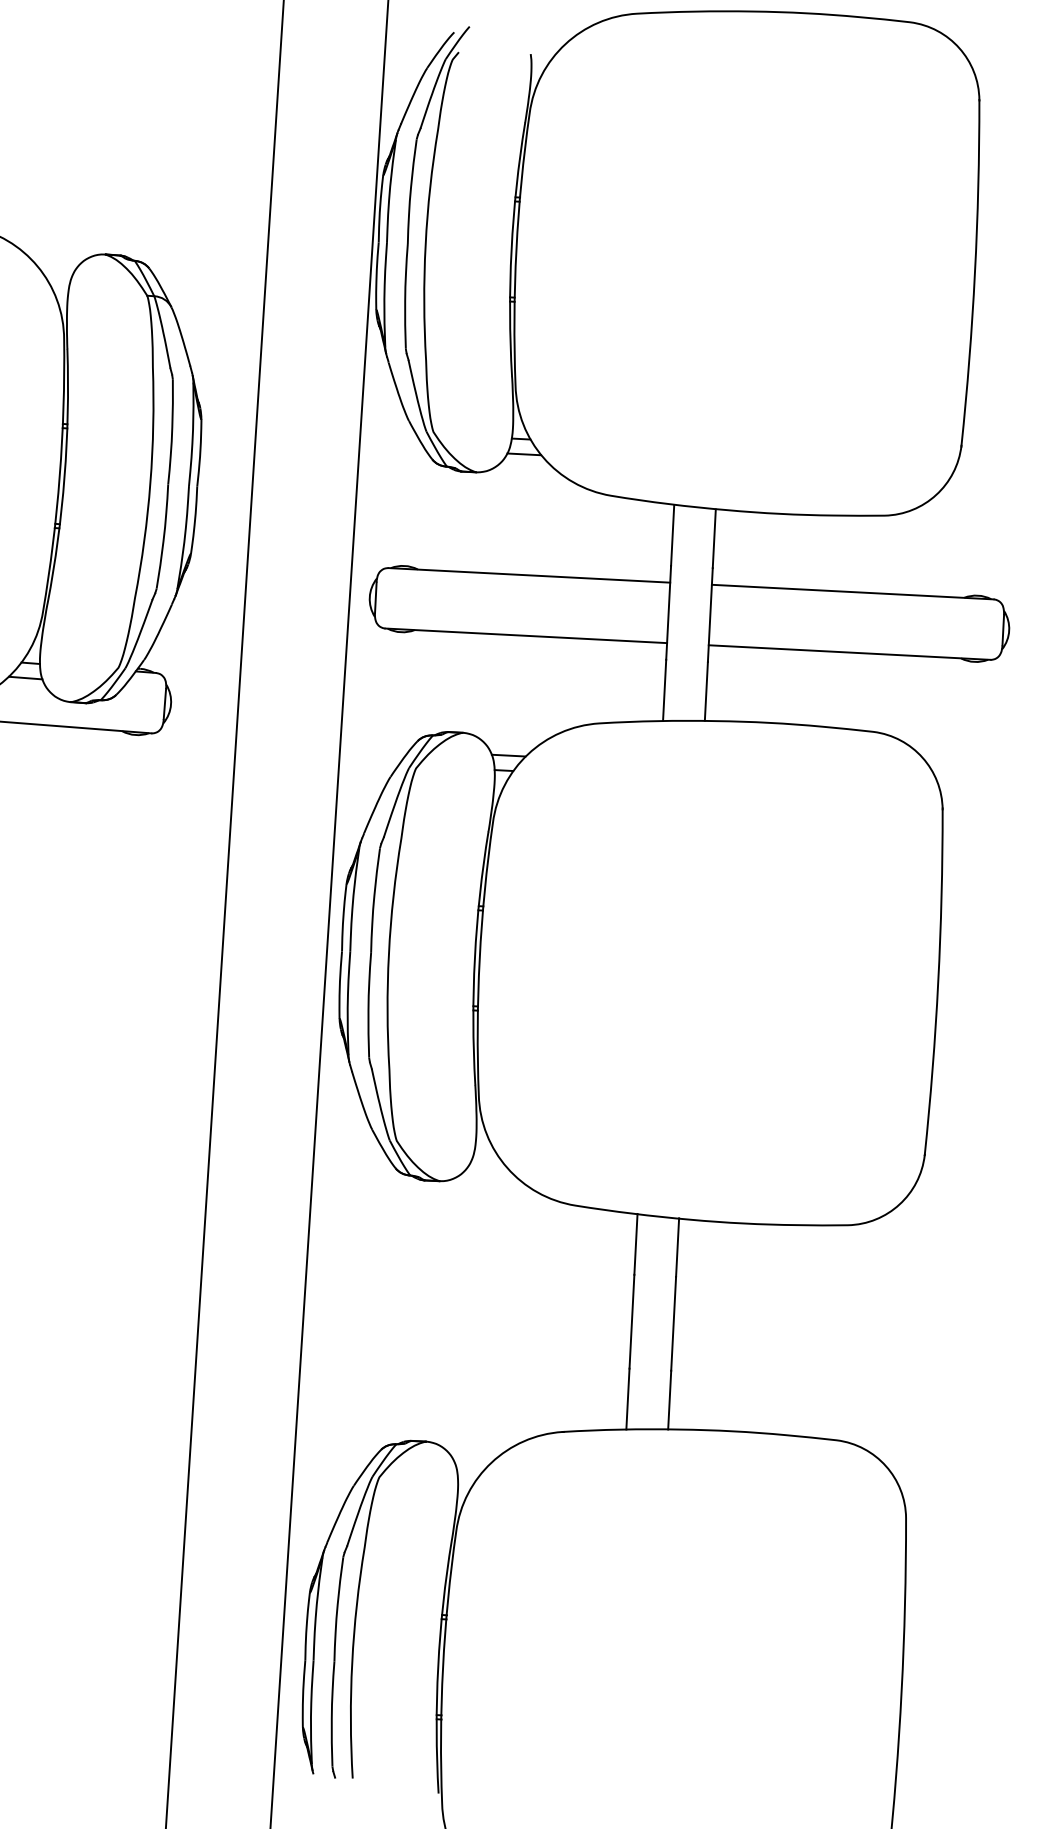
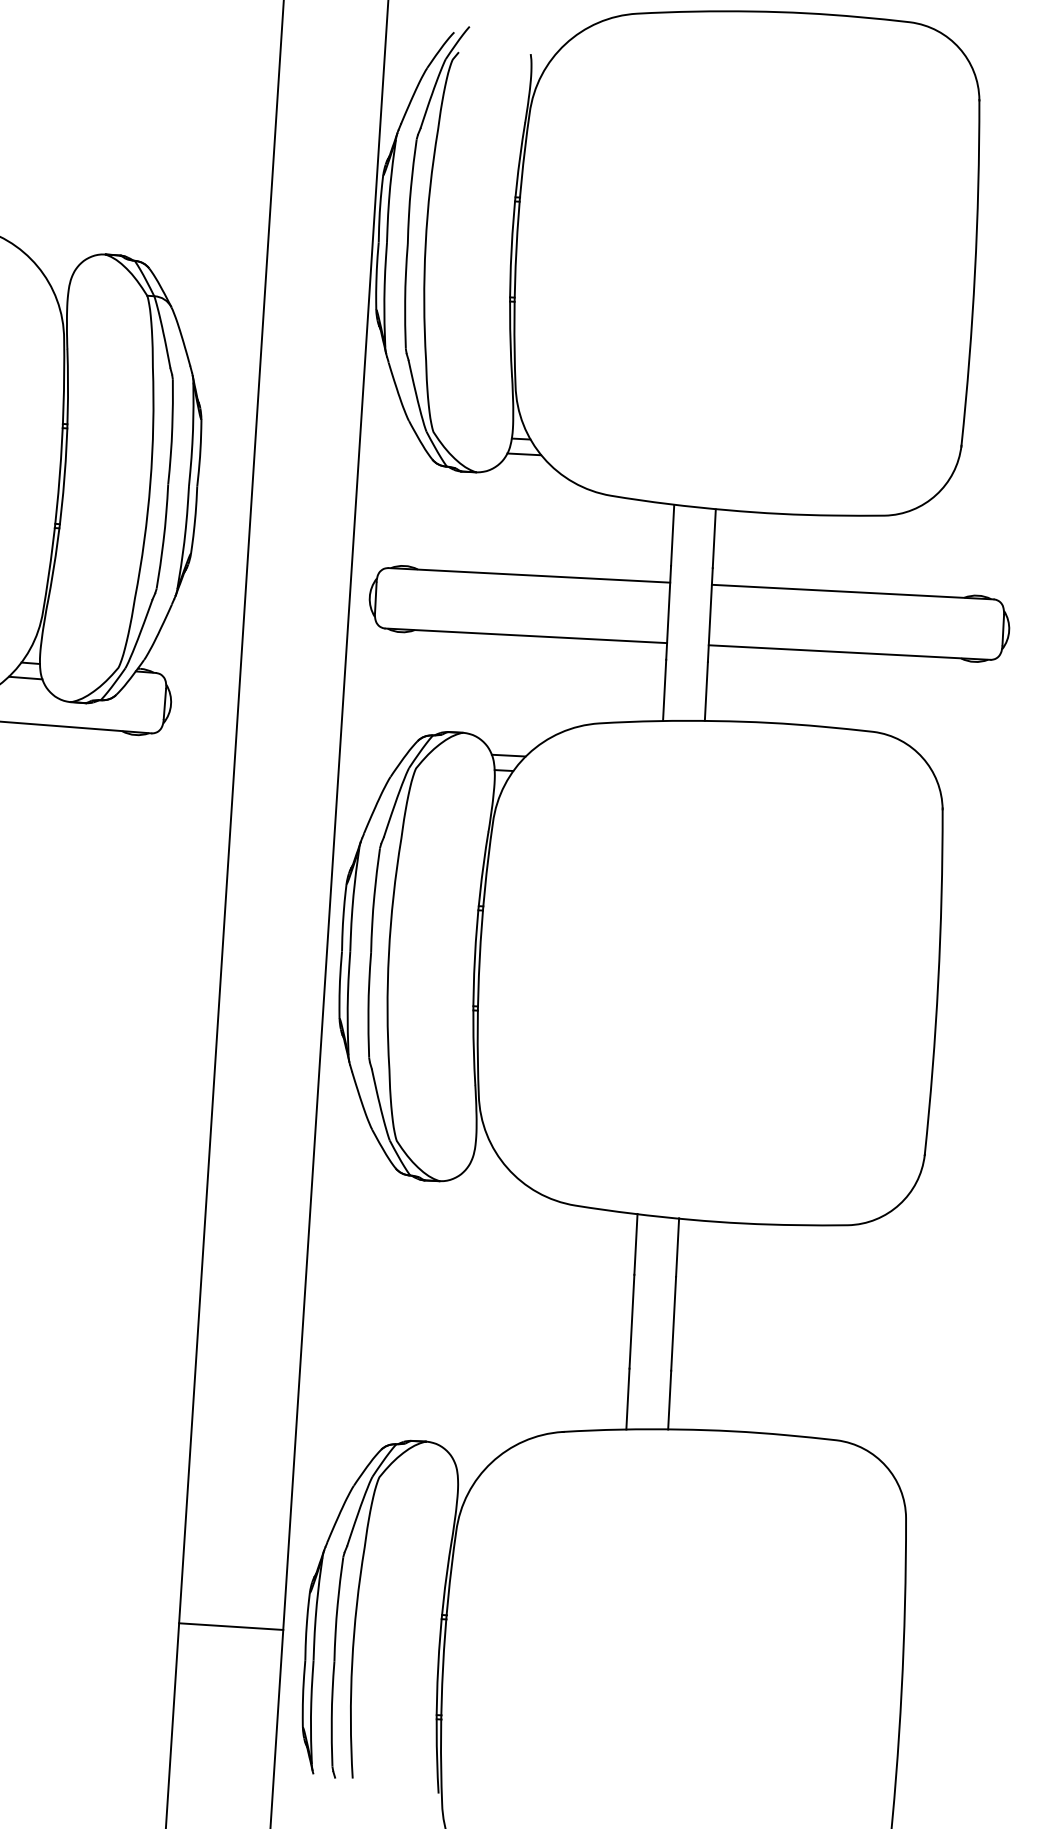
line at (231, 1626): none -> present
